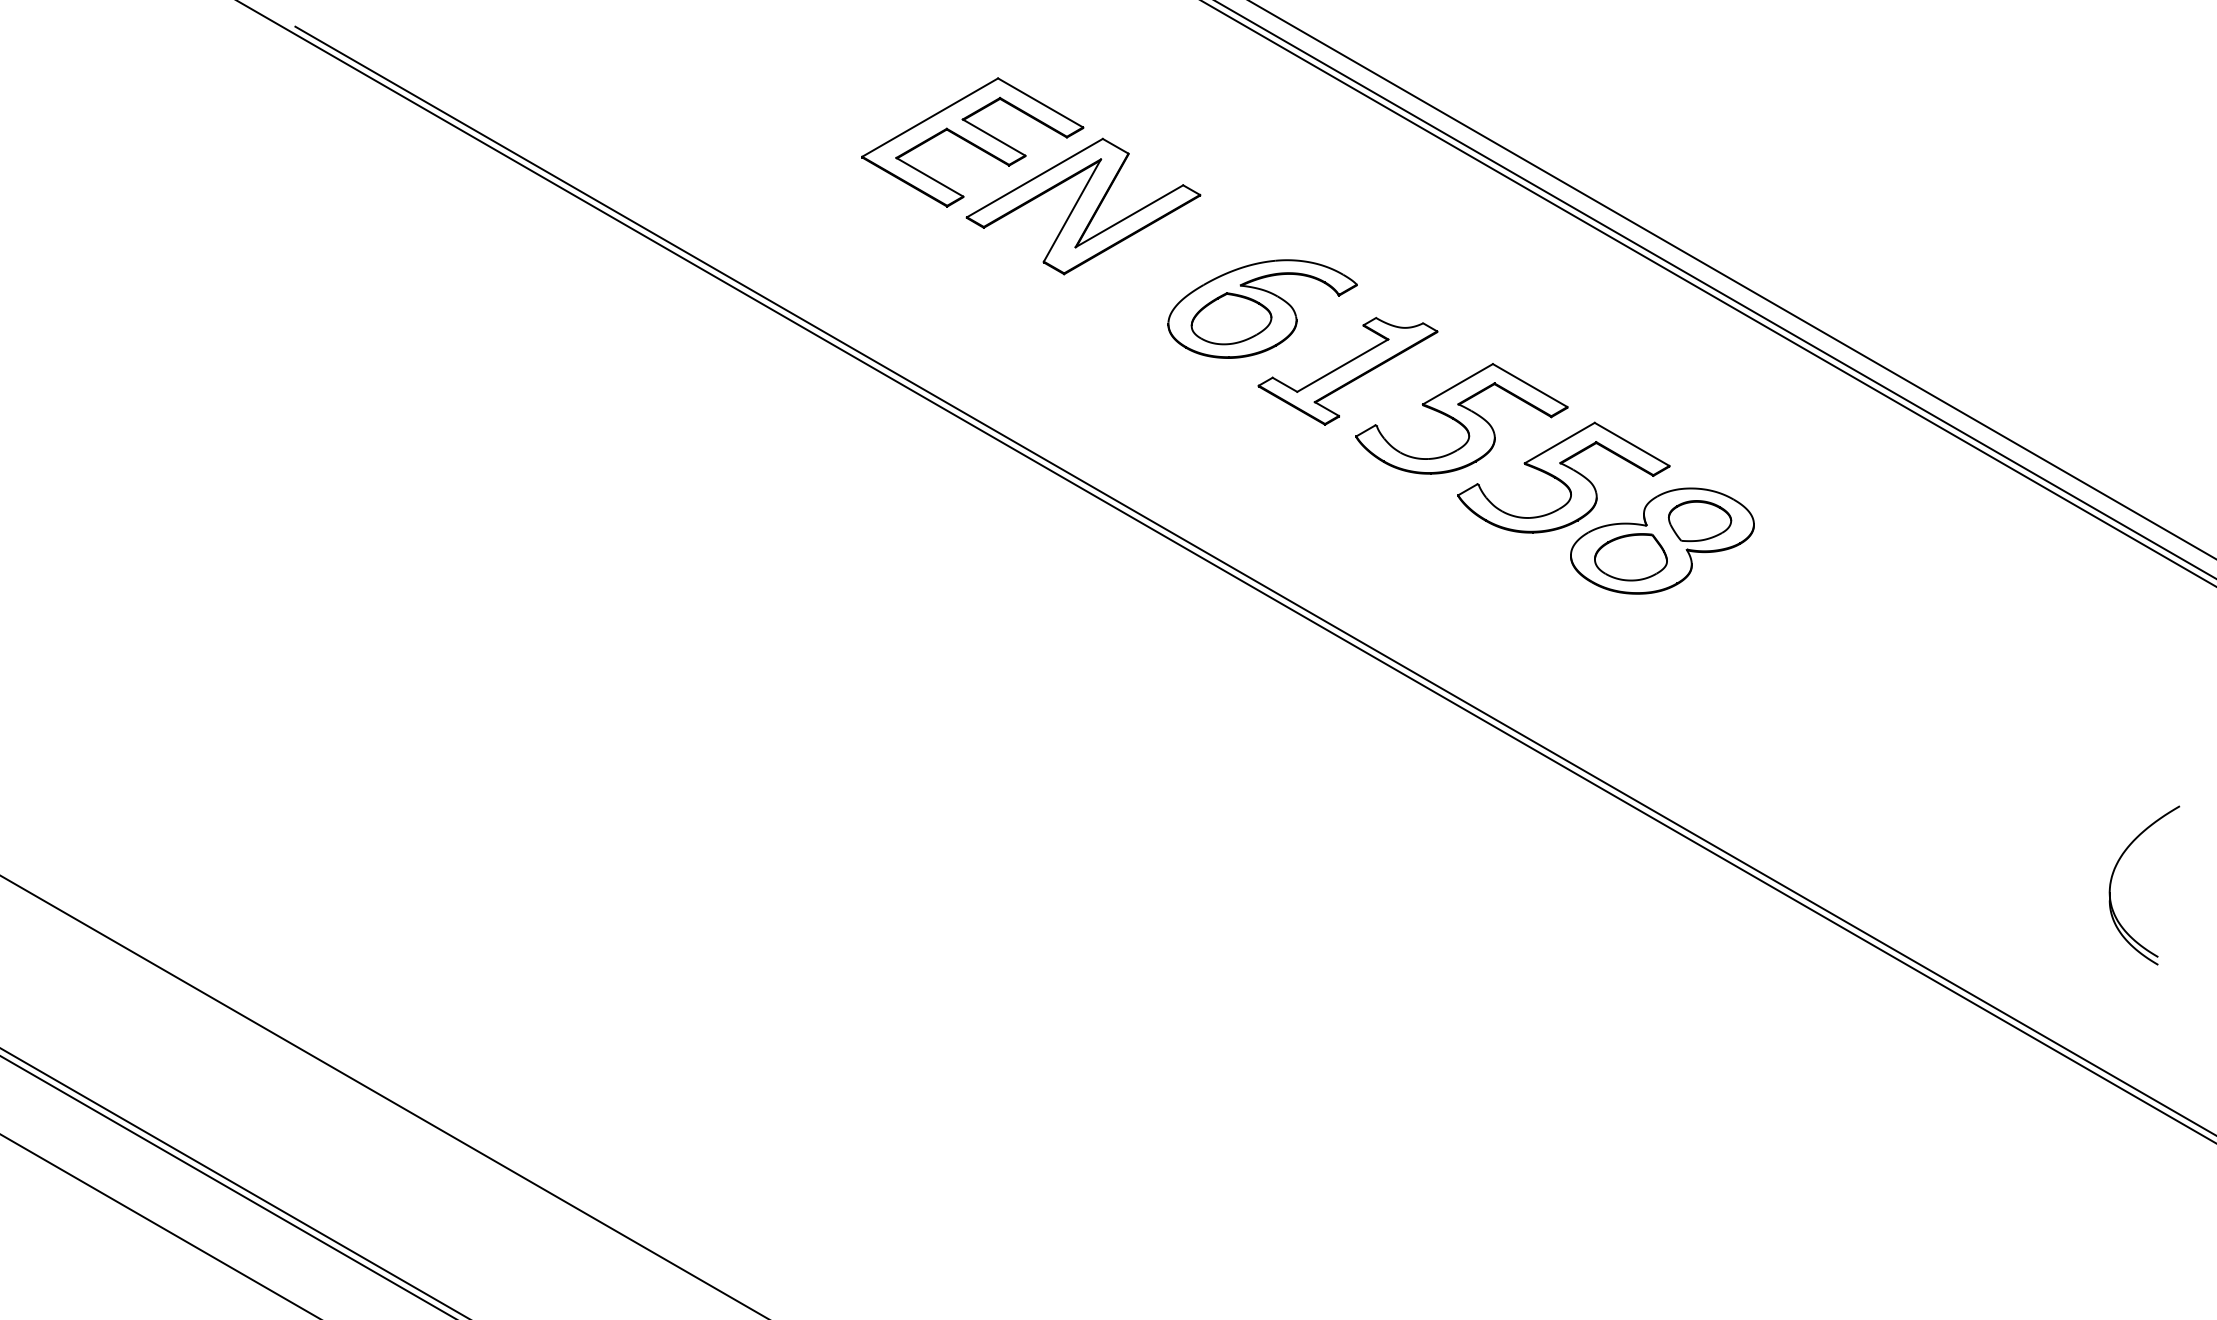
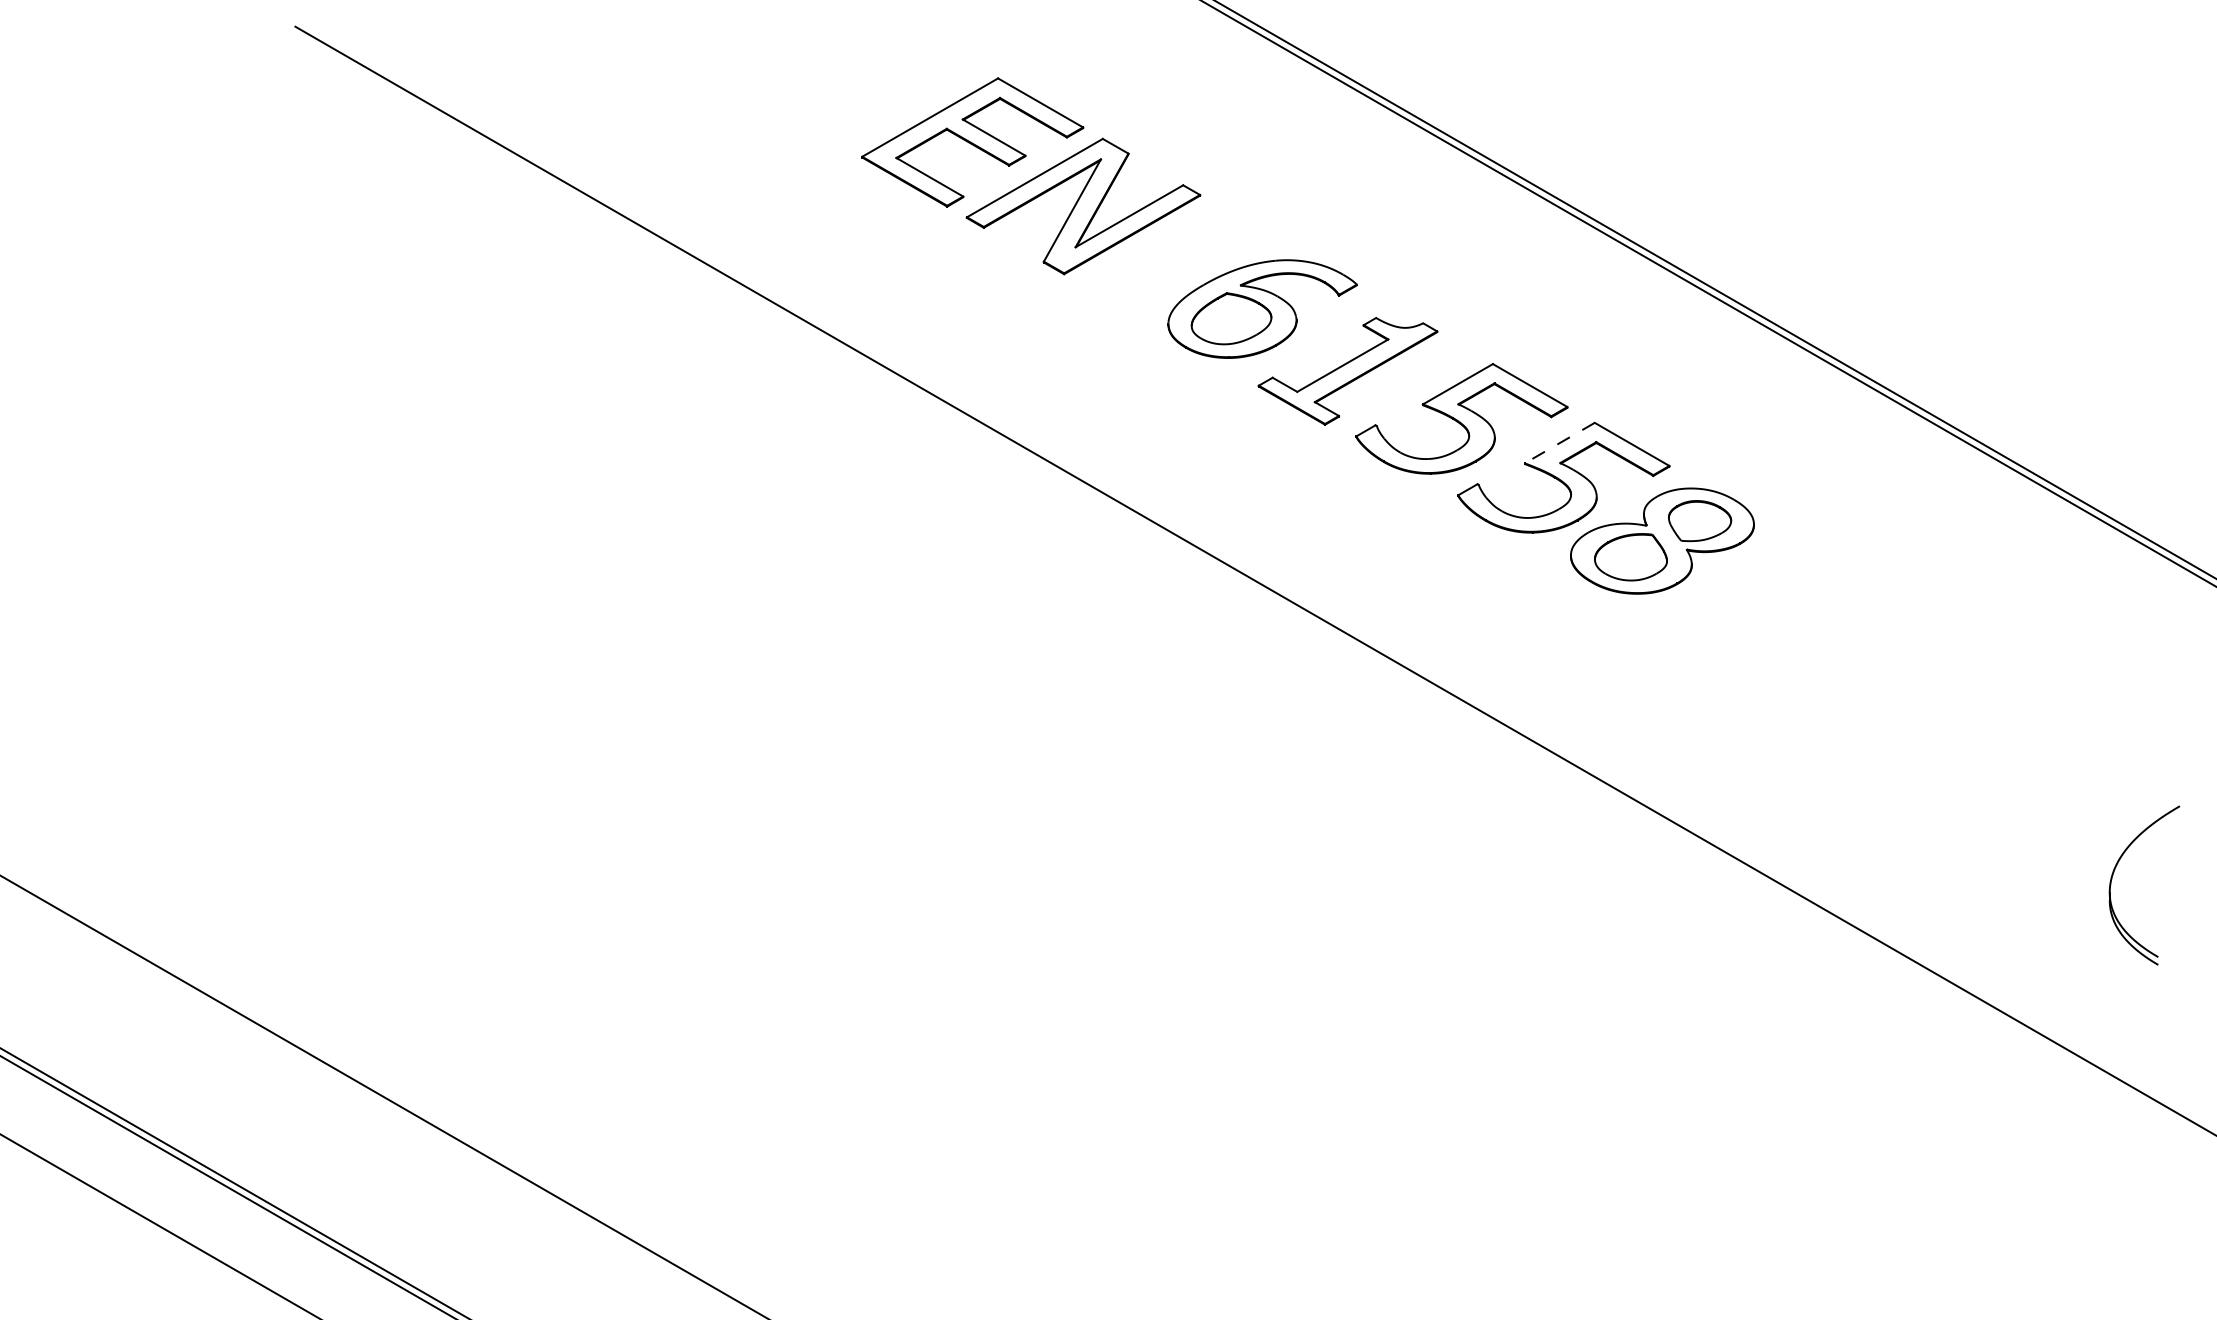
line at (1732, 279): present -> none
line at (1559, 443): solid -> dashed
line at (1226, 571): present -> none
